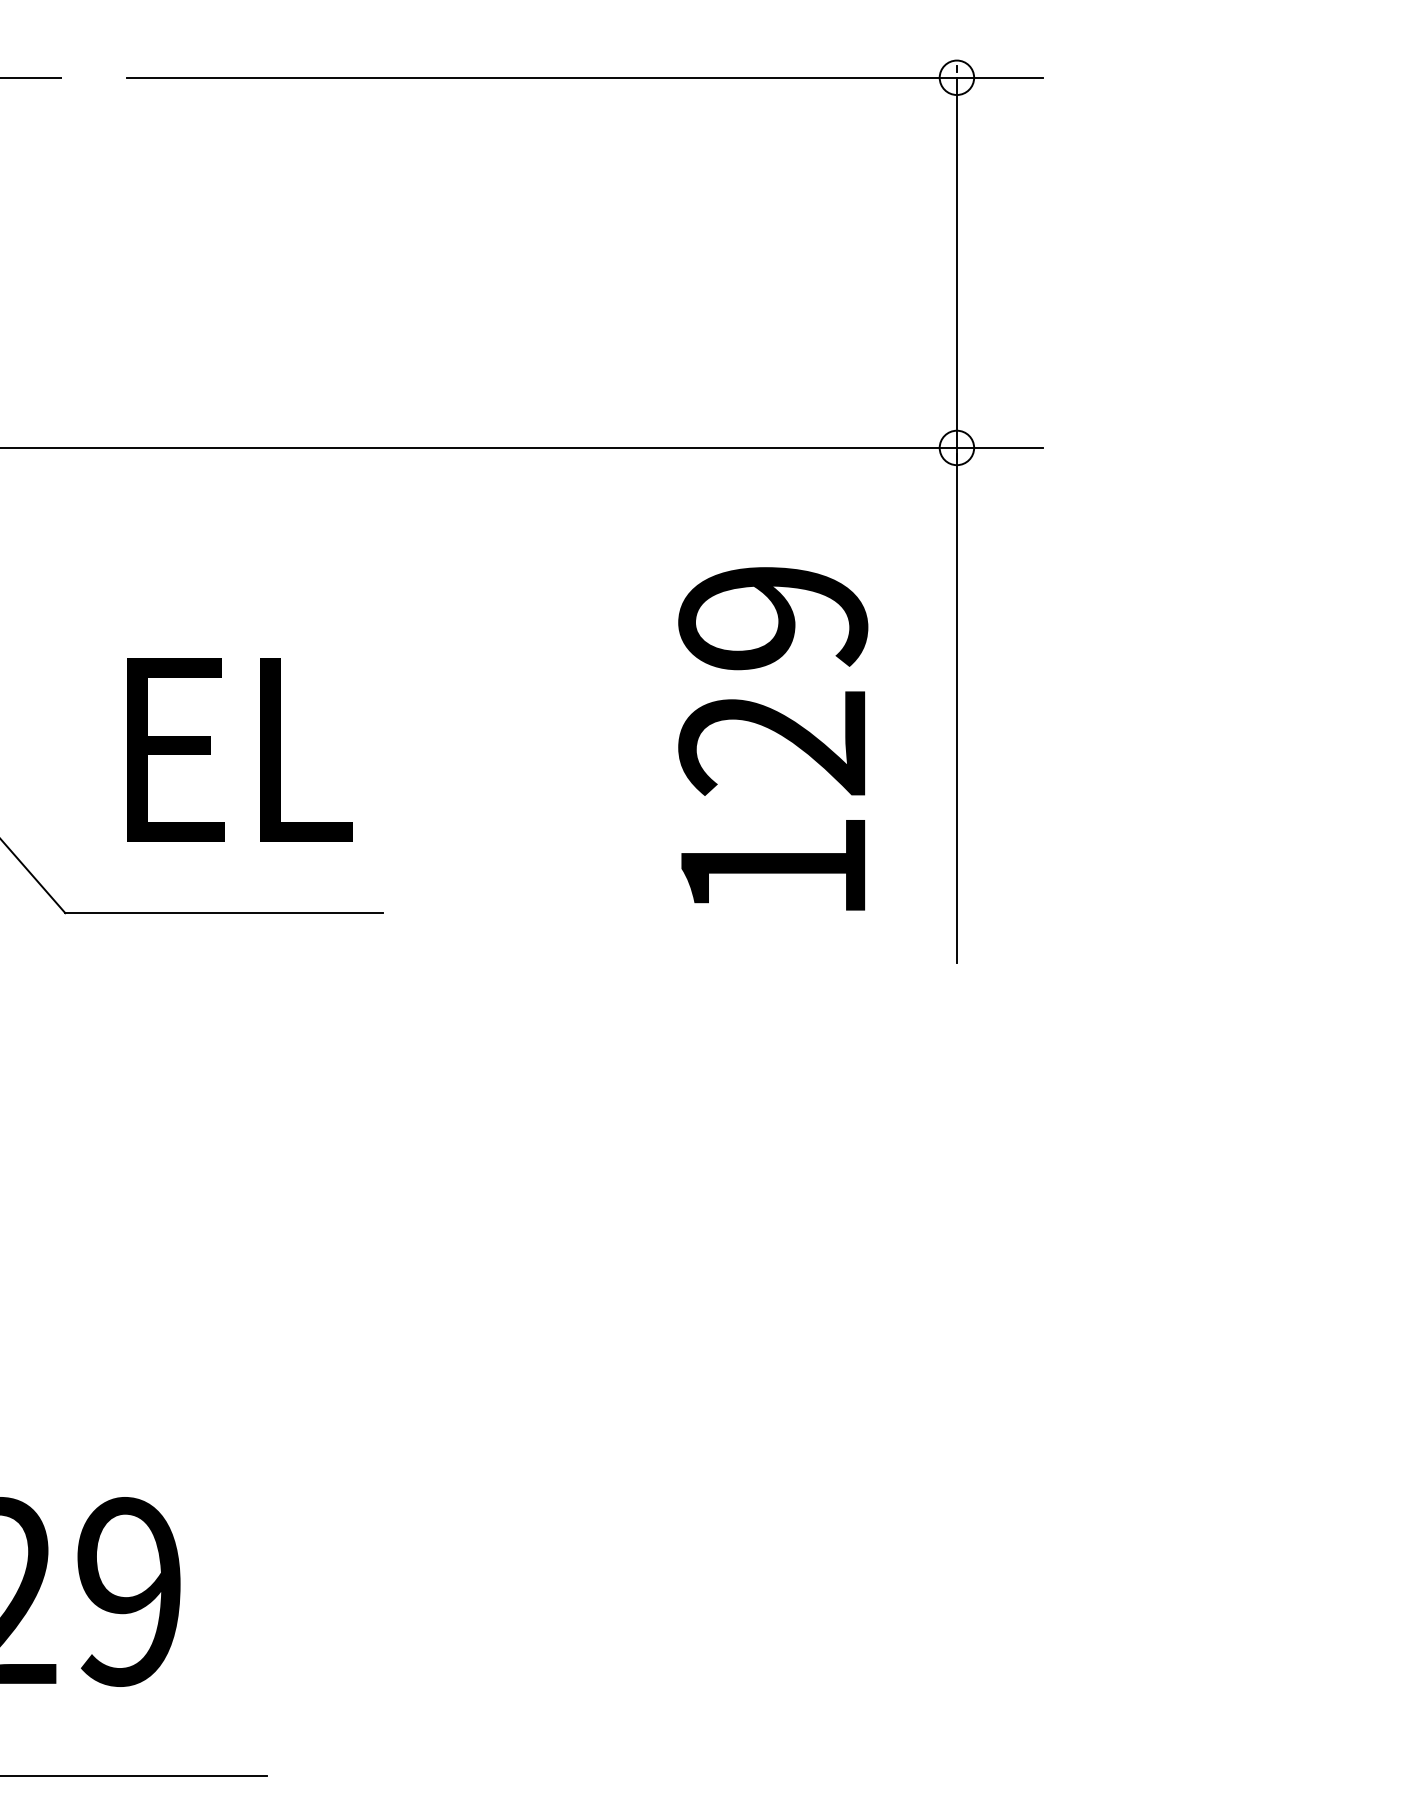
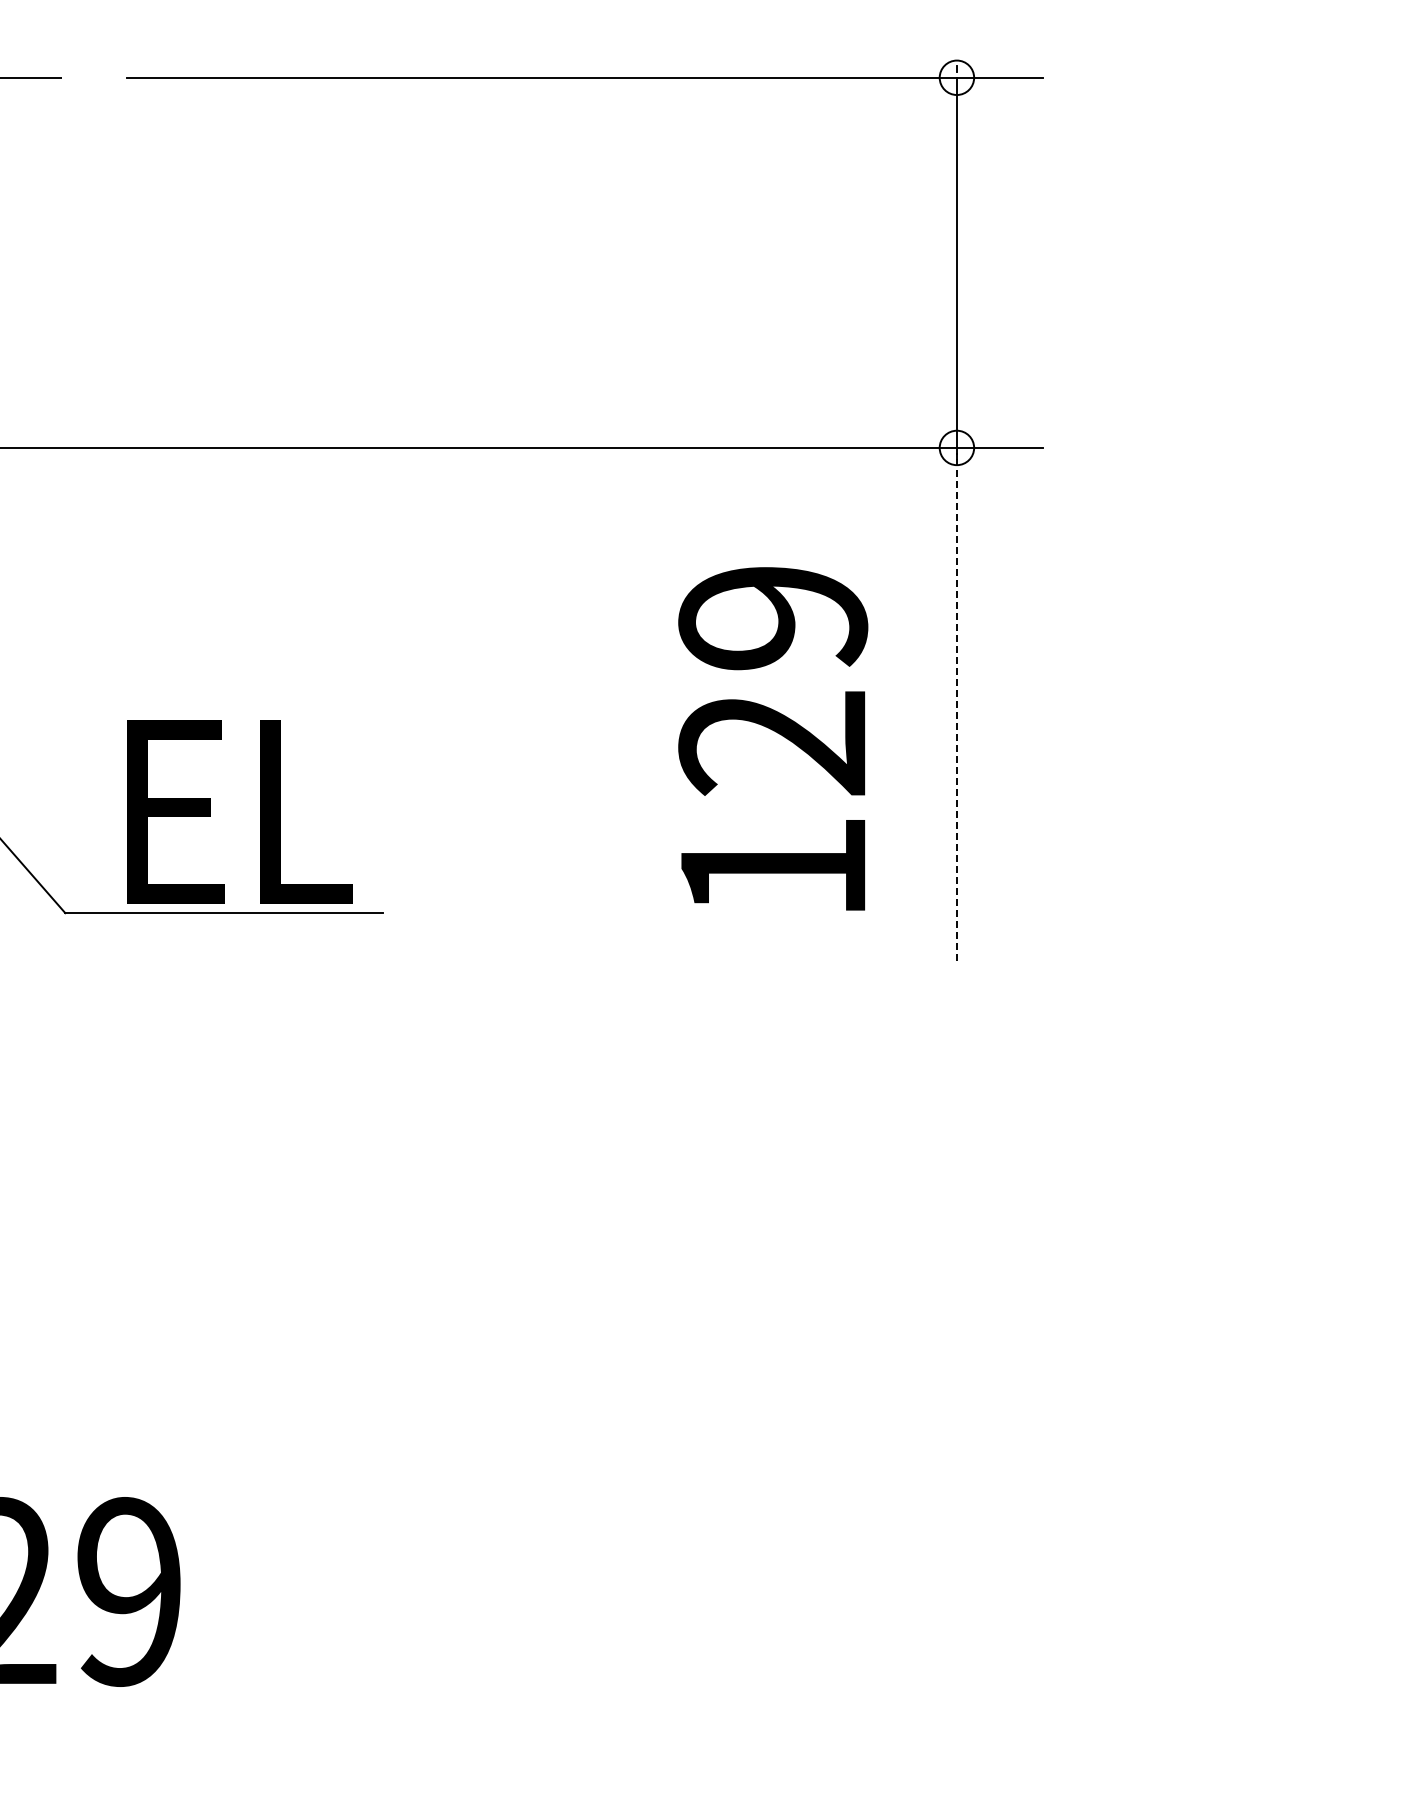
line at (956, 705): solid -> dashed
text at (239, 749) position: (239, 749) -> (239, 811)
line at (134, 1775): present -> none
